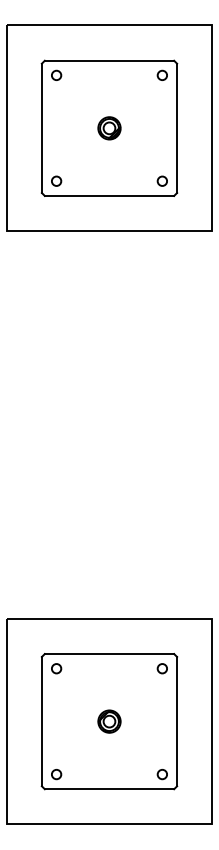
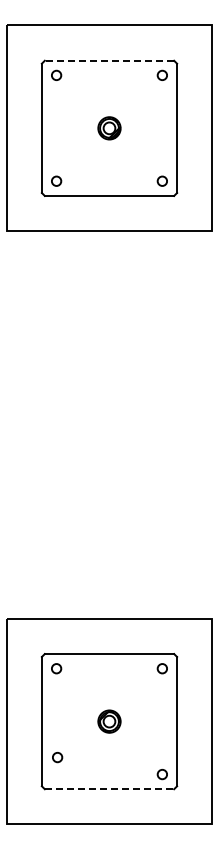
line at (109, 60): solid -> dashed
circle at (56, 774) position: (56, 774) -> (57, 757)
line at (109, 789): solid -> dashed
